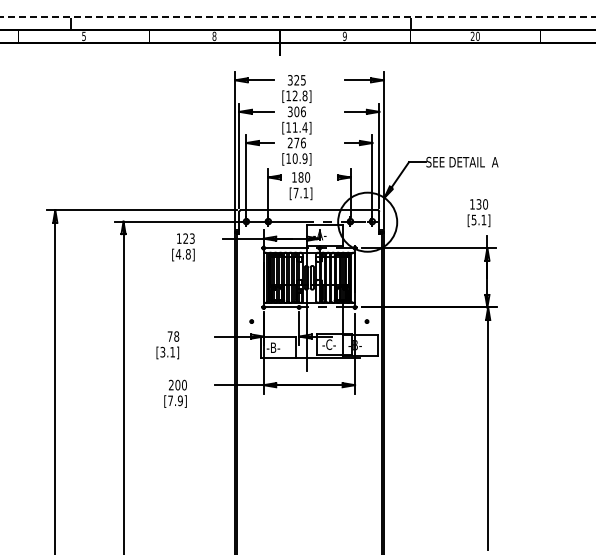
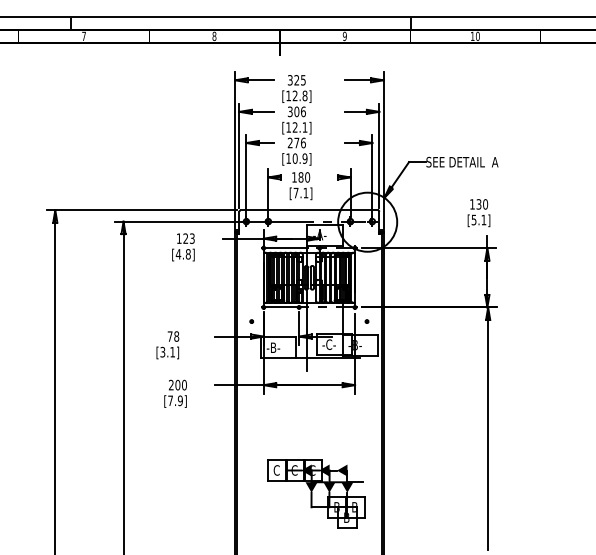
line at (298, 16): dashed -> solid
text at (472, 35): 20 -> 10
text at (83, 36): 5 -> 7
text at (299, 127): [11.4] -> [12.1]
part at (316, 493): none -> present
